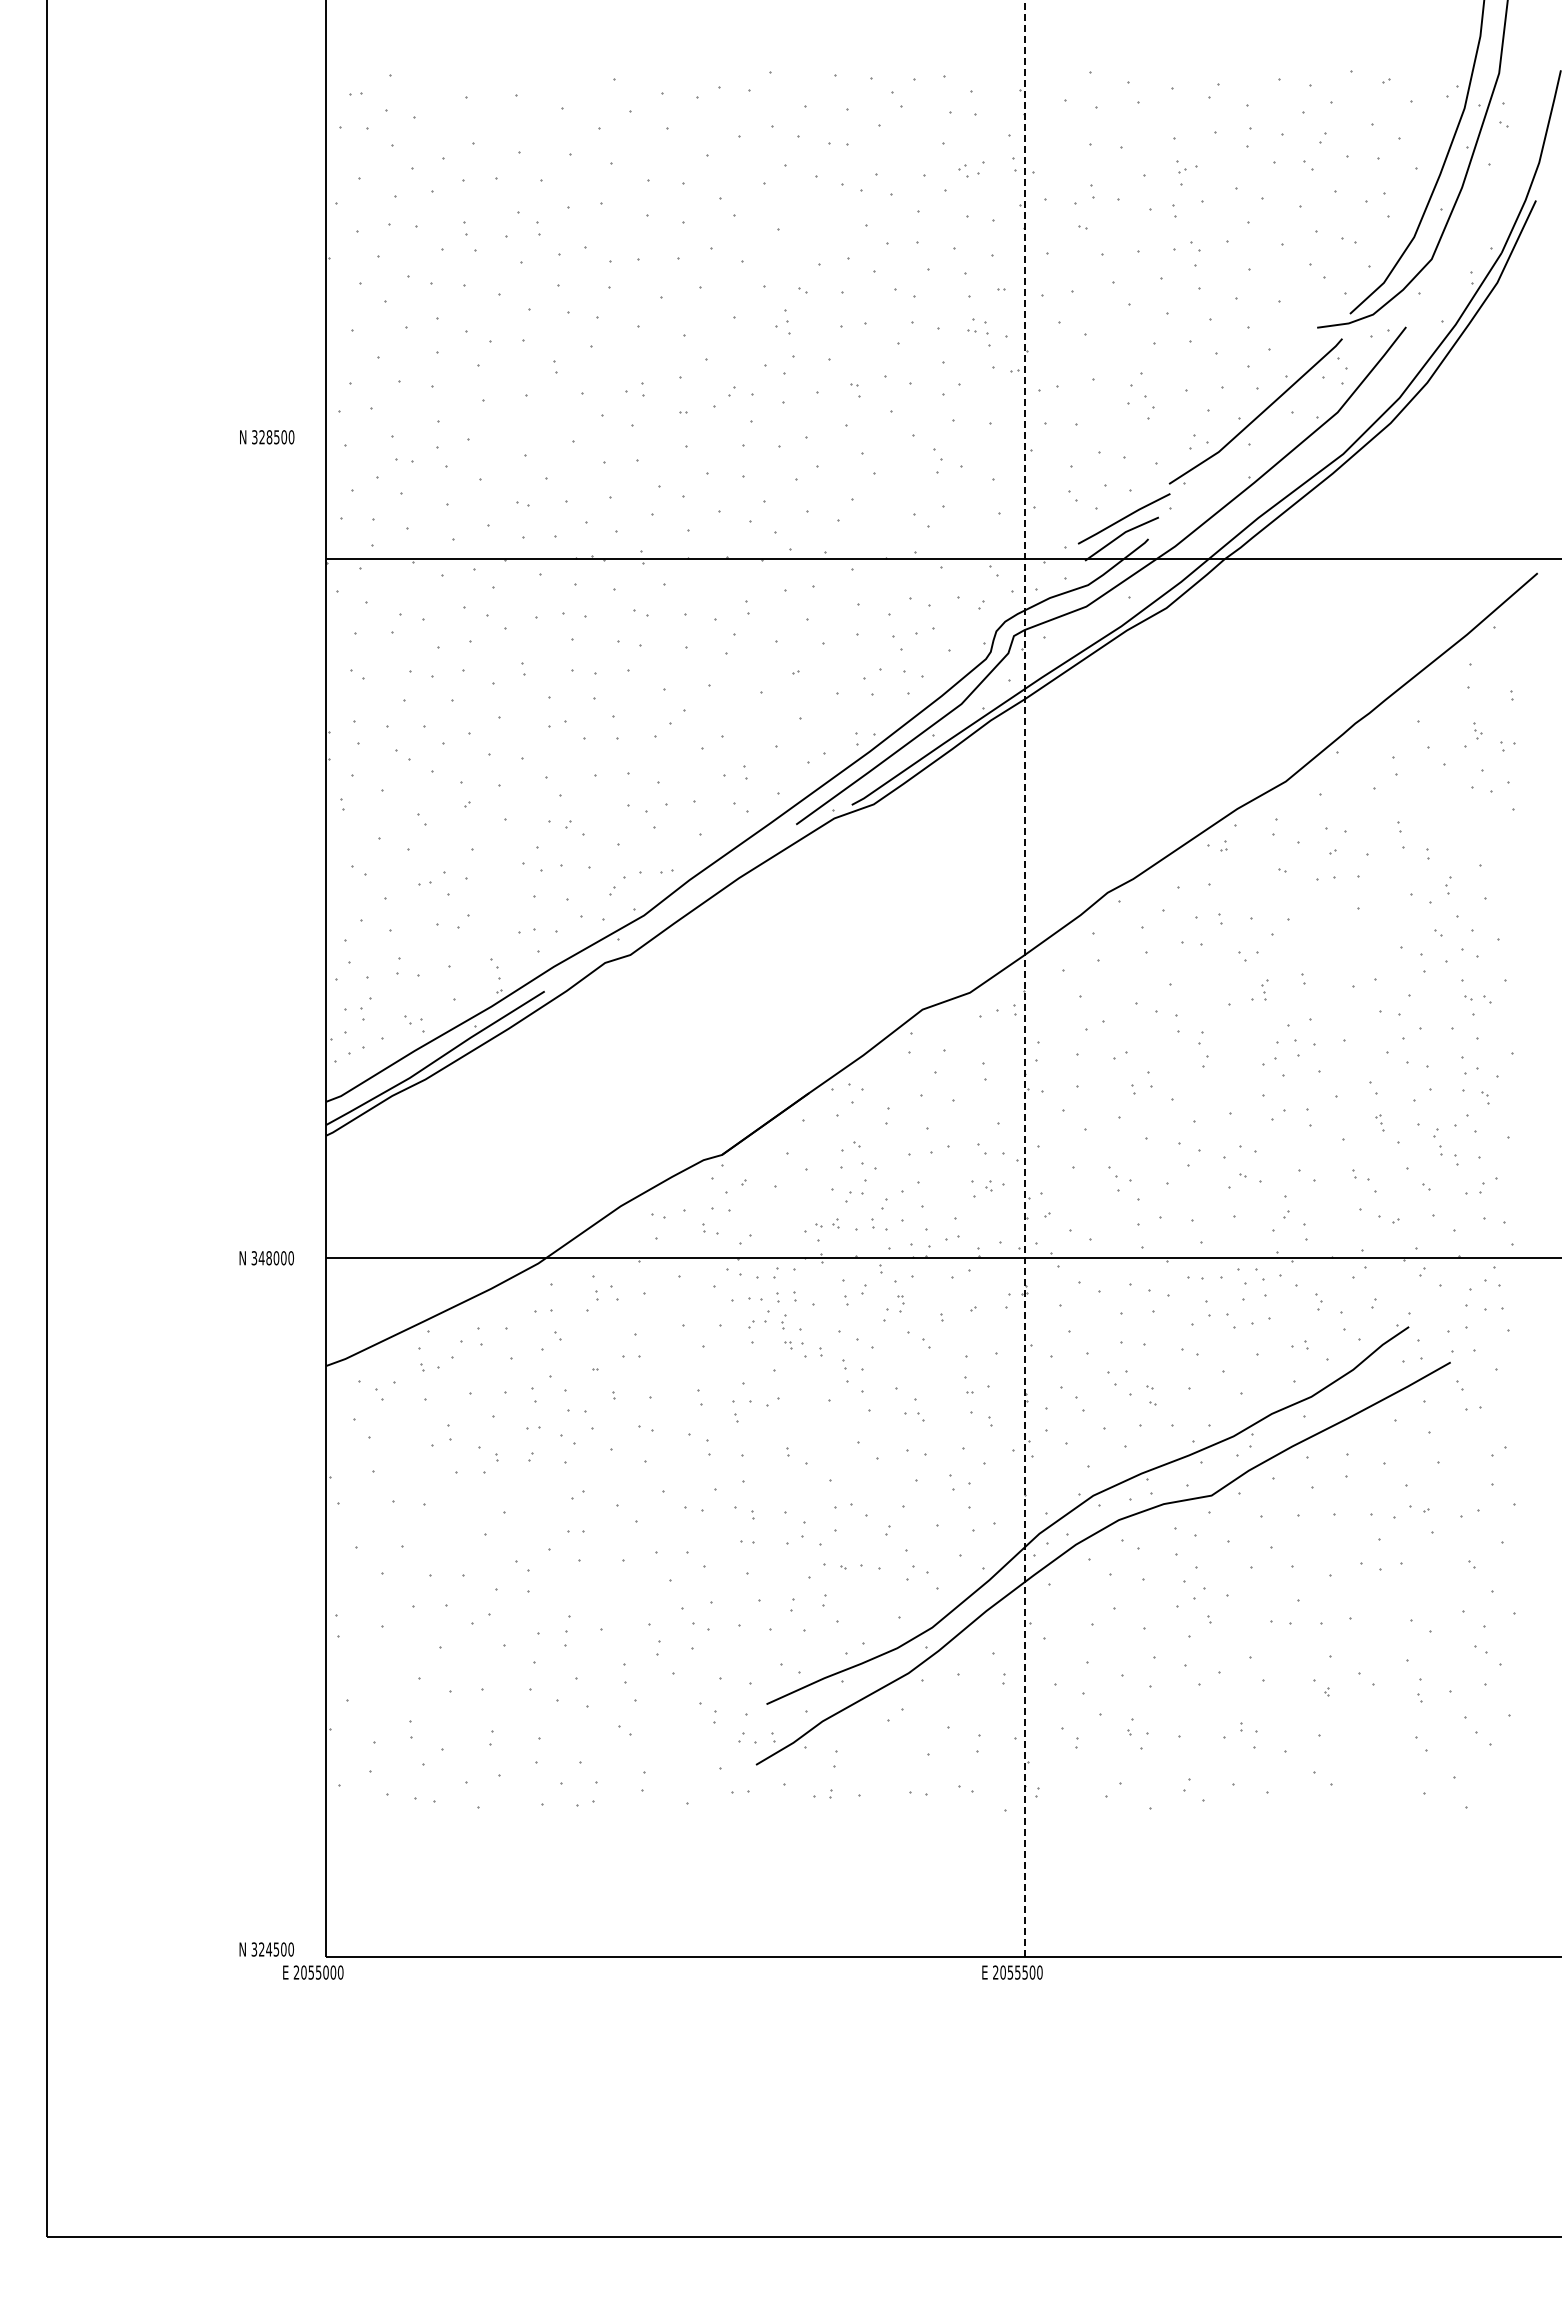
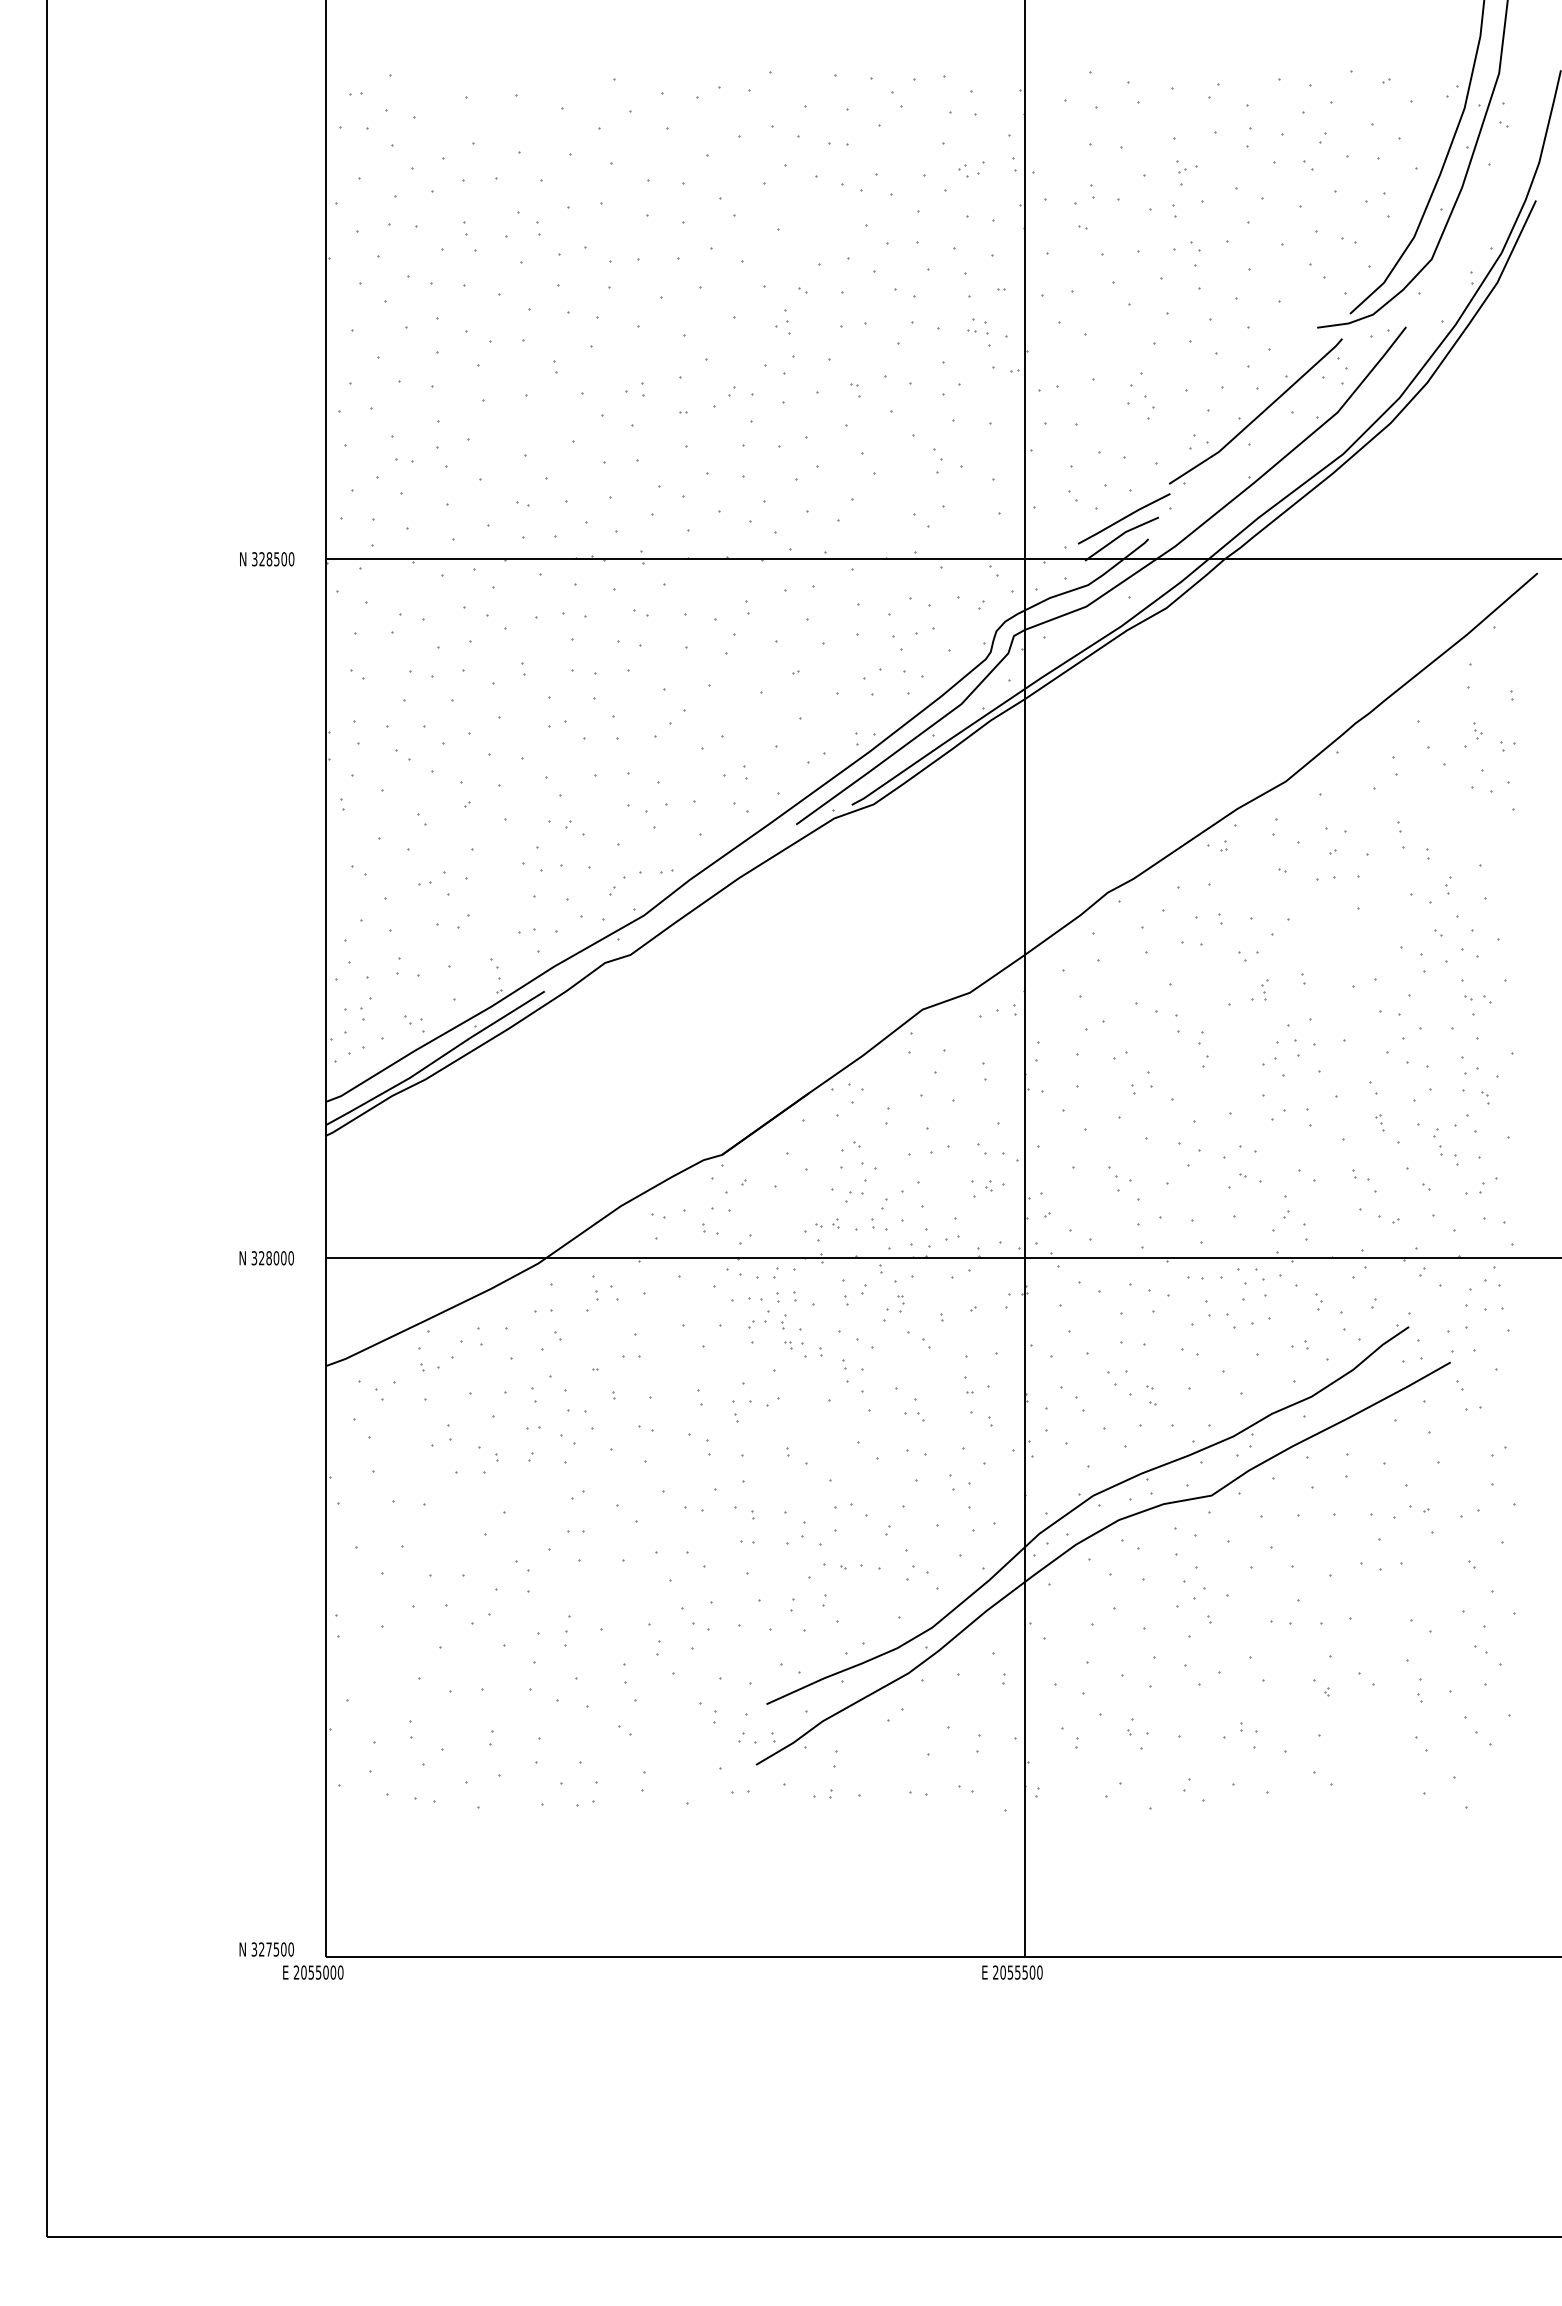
text at (267, 437) position: (267, 437) -> (267, 559)
line at (1025, 978): dashed -> solid
text at (261, 1258): 348000 -> 328000
text at (269, 1949): 324500 -> 327500
